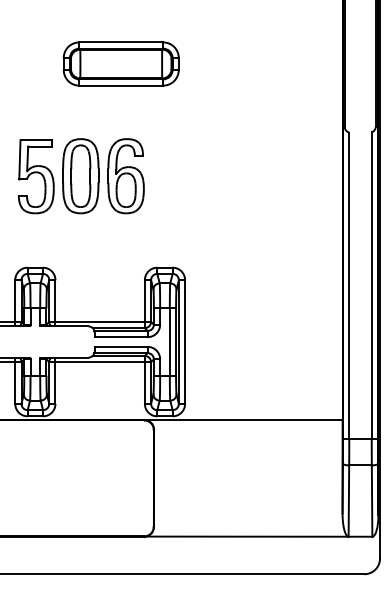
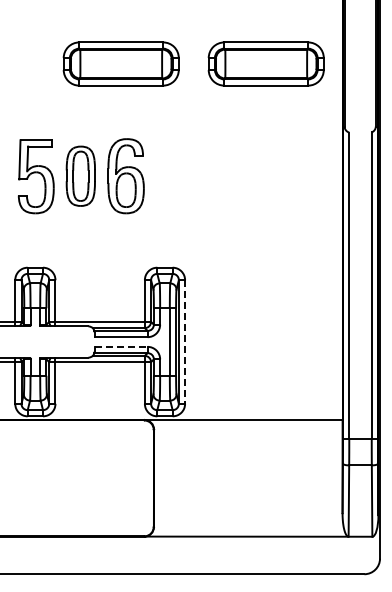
part at (265, 63): none -> present
part at (80, 176) size: 38x77 px -> 31x62 px
line at (185, 342): solid -> dashed
line at (121, 346): solid -> dashed
